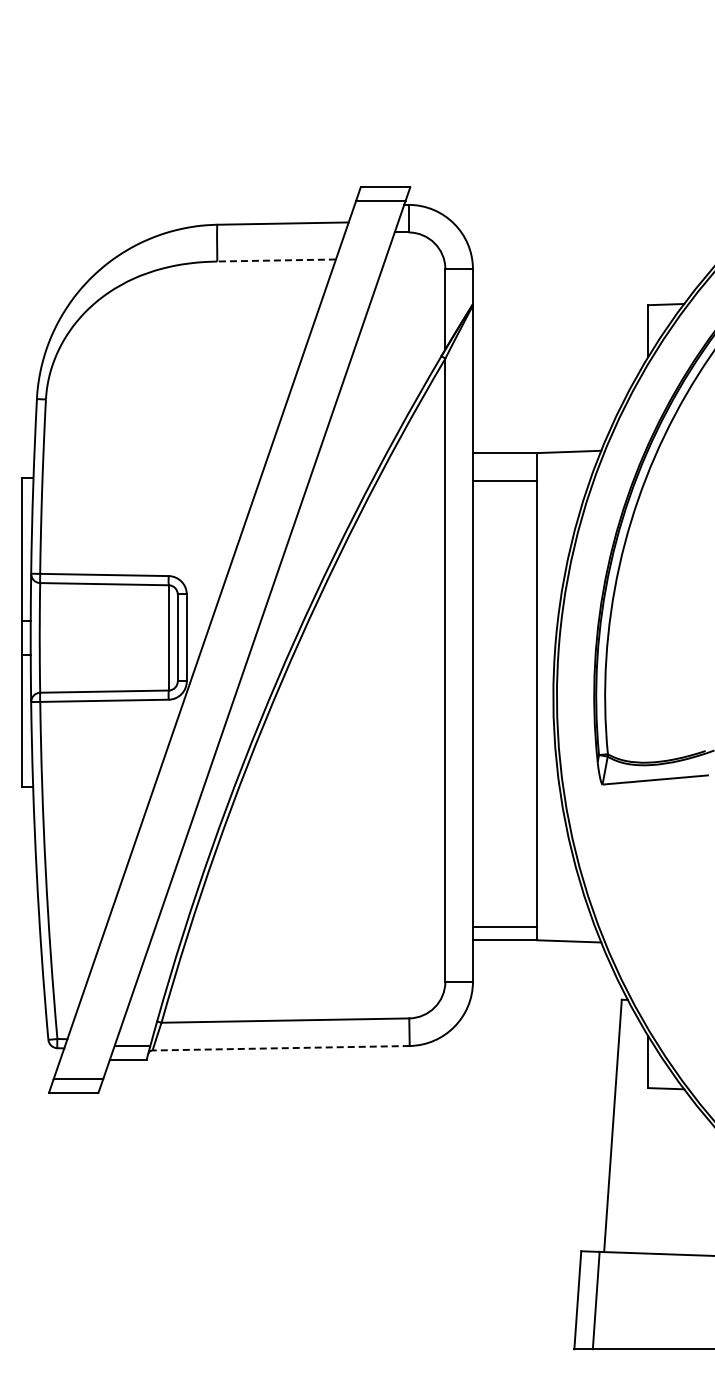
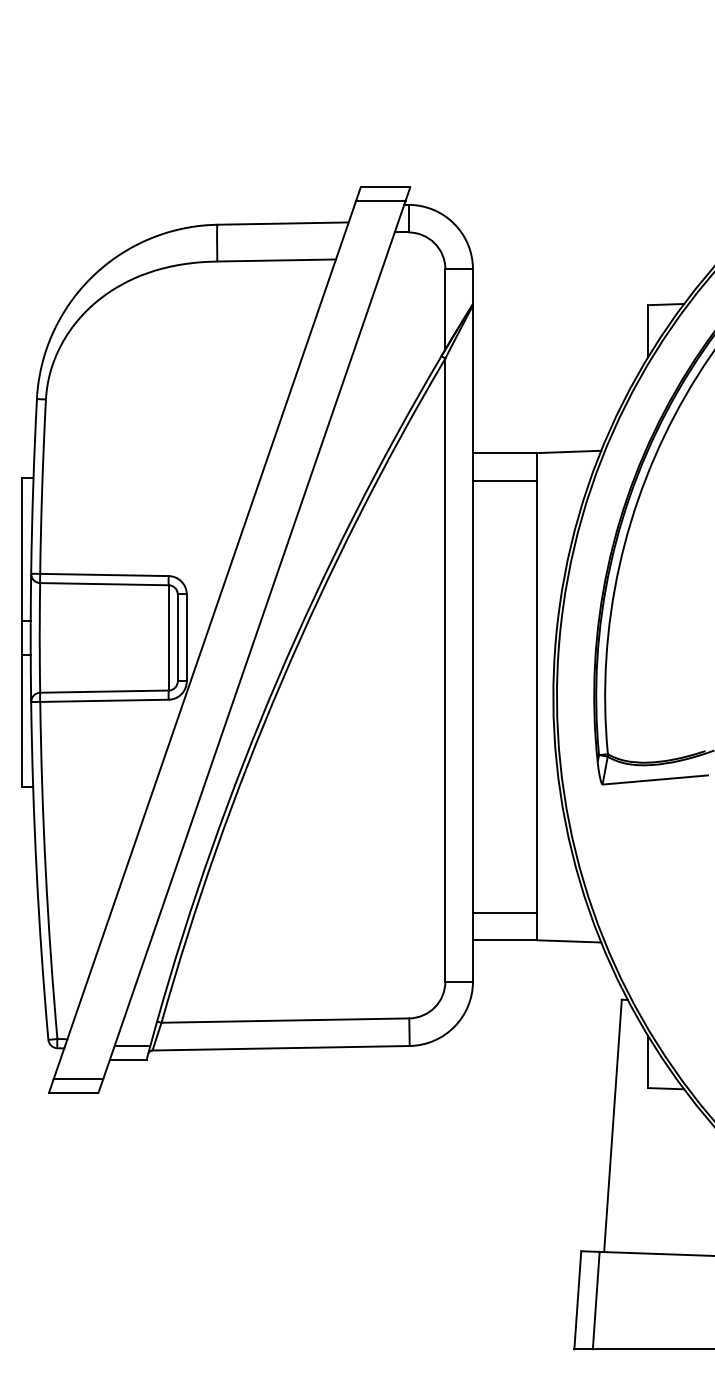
line at (276, 260): dashed -> solid
line at (504, 926) position: (504, 926) -> (504, 912)
line at (281, 1048): dashed -> solid
